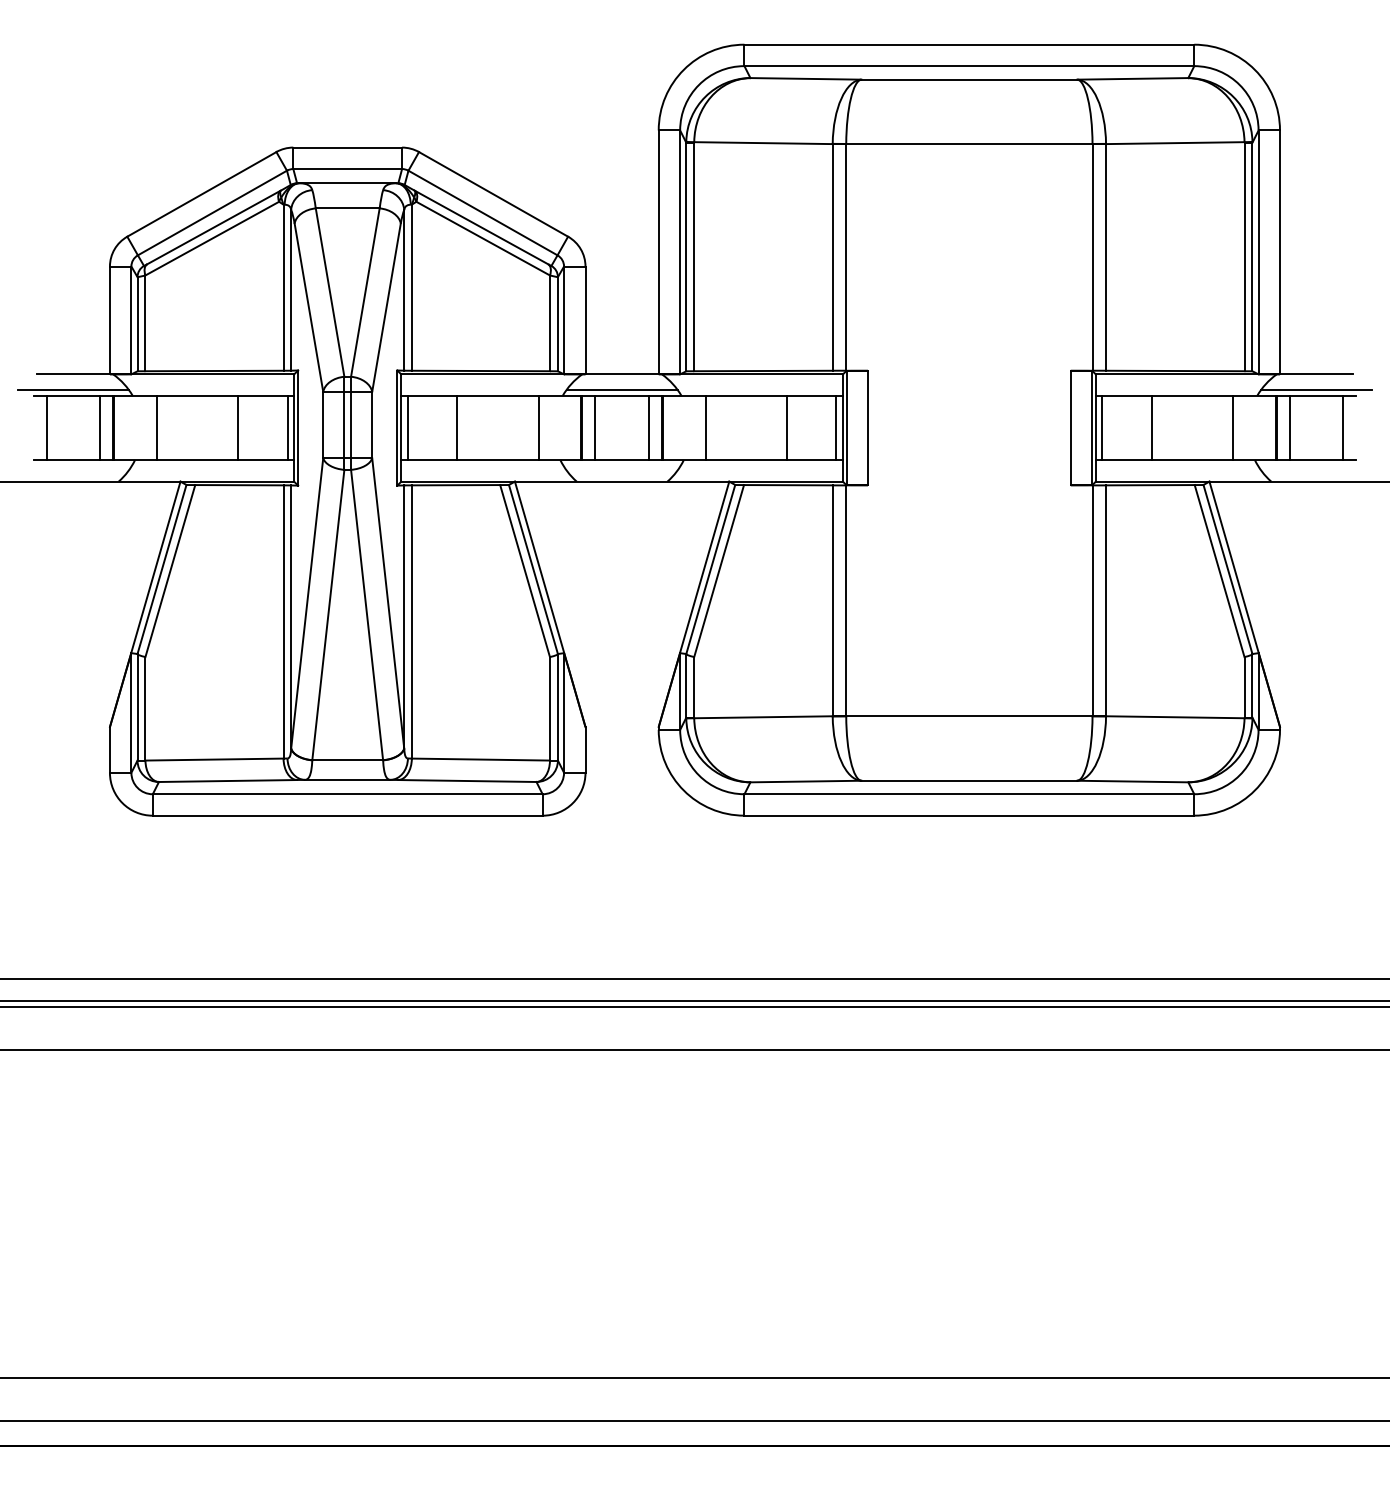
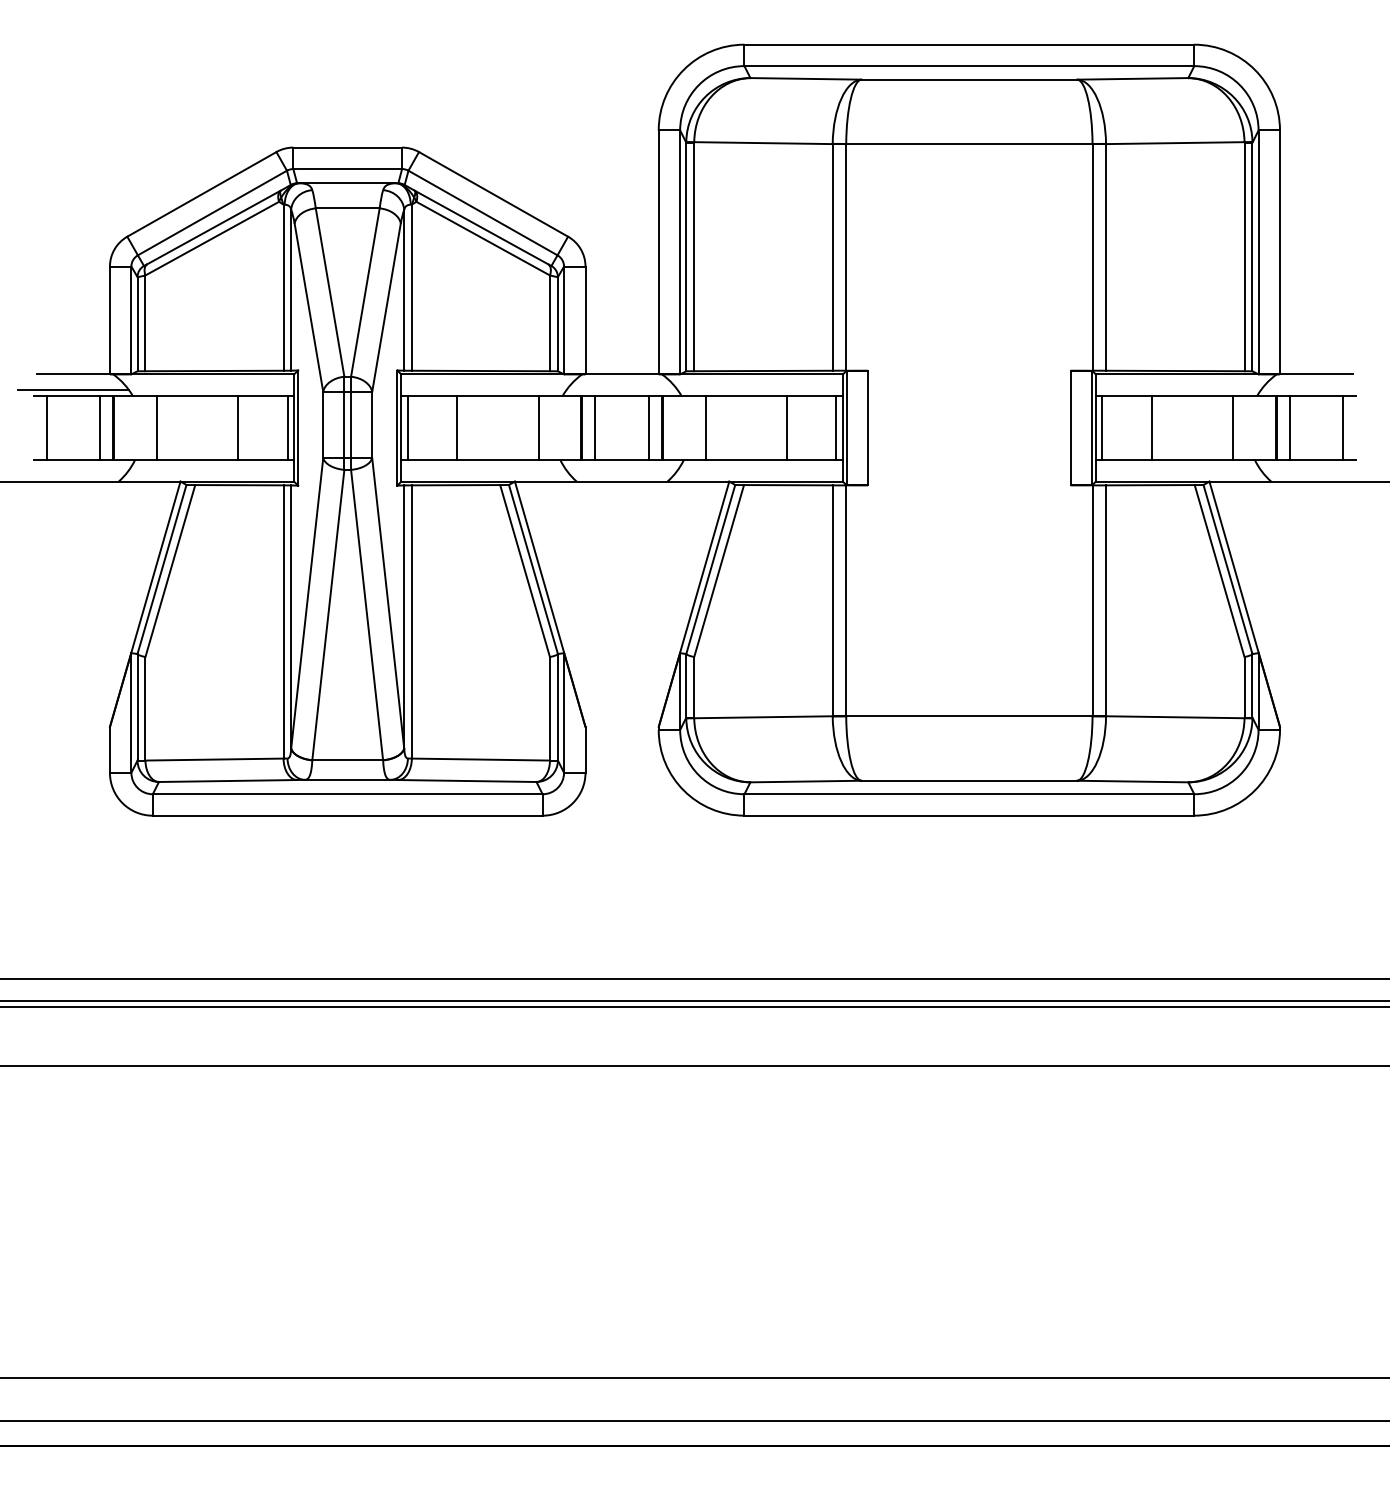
line at (621, 389): present -> none
line at (1316, 389): present -> none
line at (694, 1050) position: (694, 1050) -> (694, 1066)
